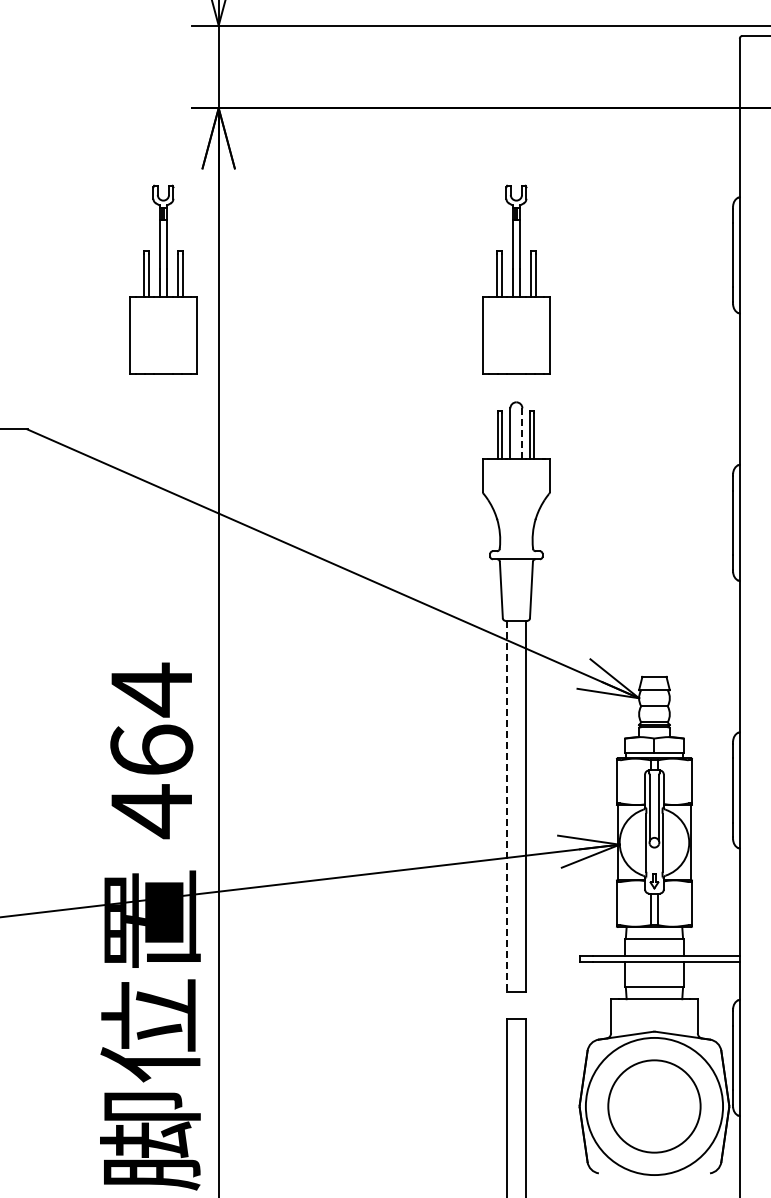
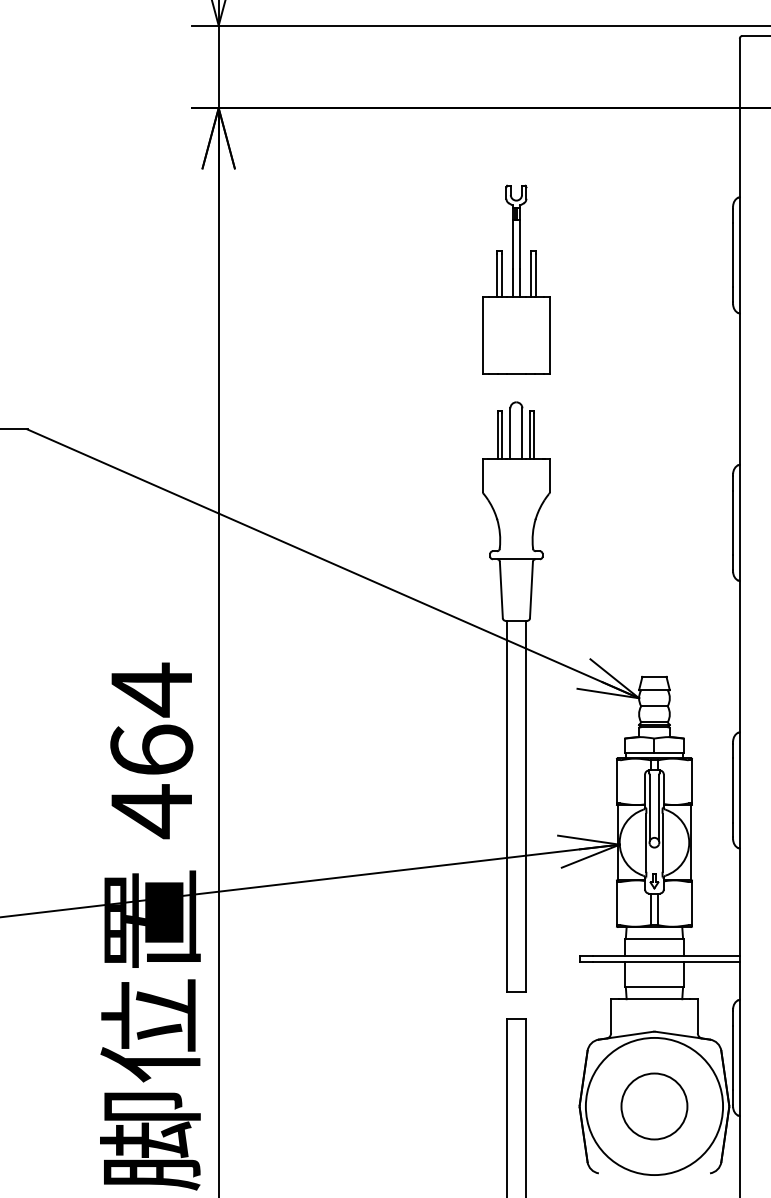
part at (163, 279): present -> none
line at (522, 433): dashed -> solid
line at (507, 806): dashed -> solid
circle at (654, 1106) diameter: 92 px -> 66 px
